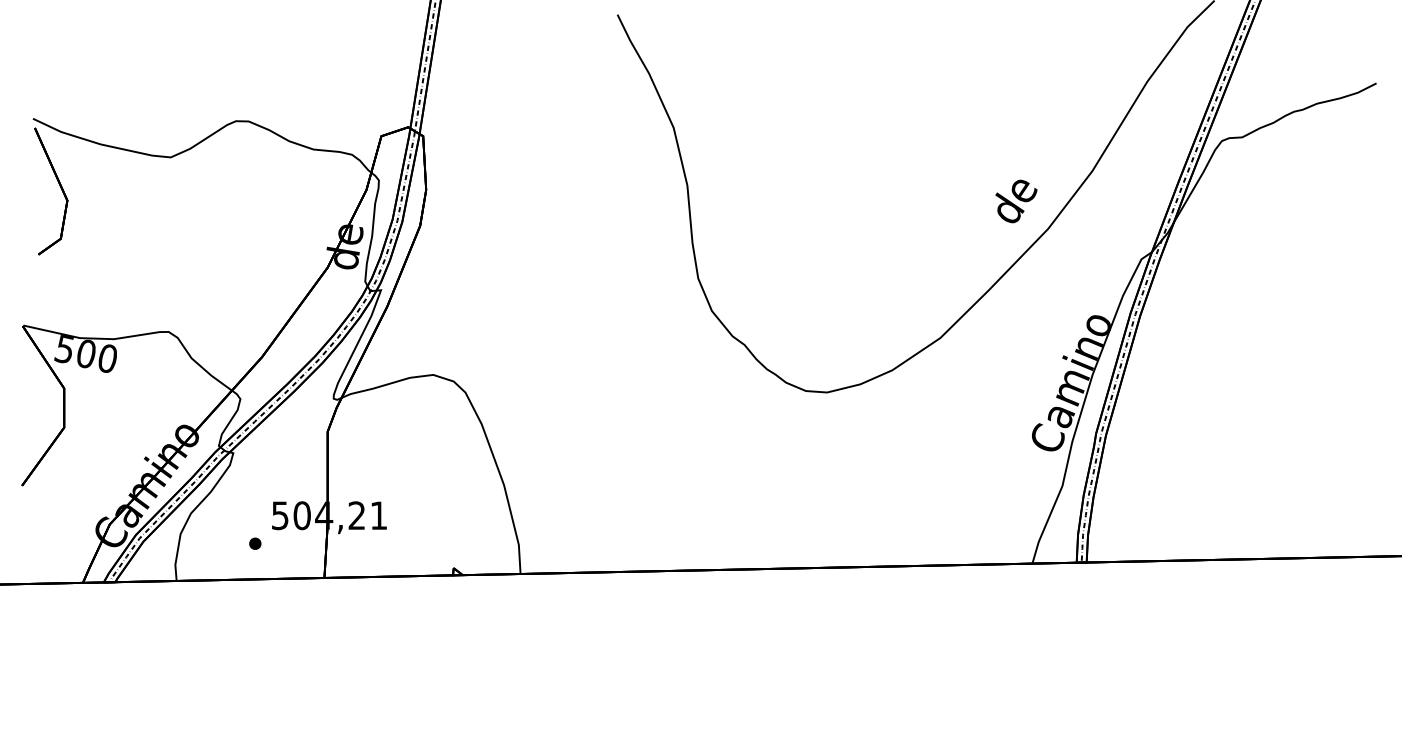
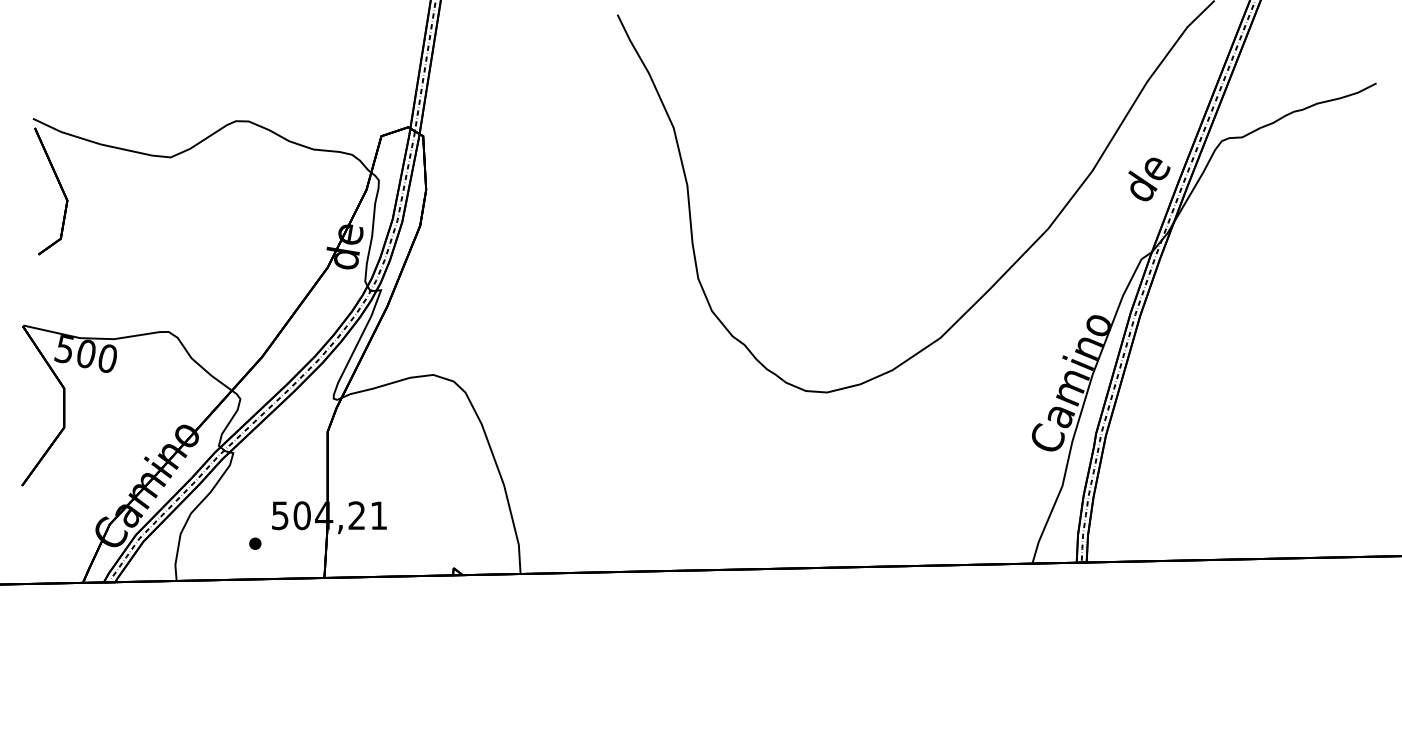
text at (1016, 201) position: (1016, 201) -> (1149, 179)
